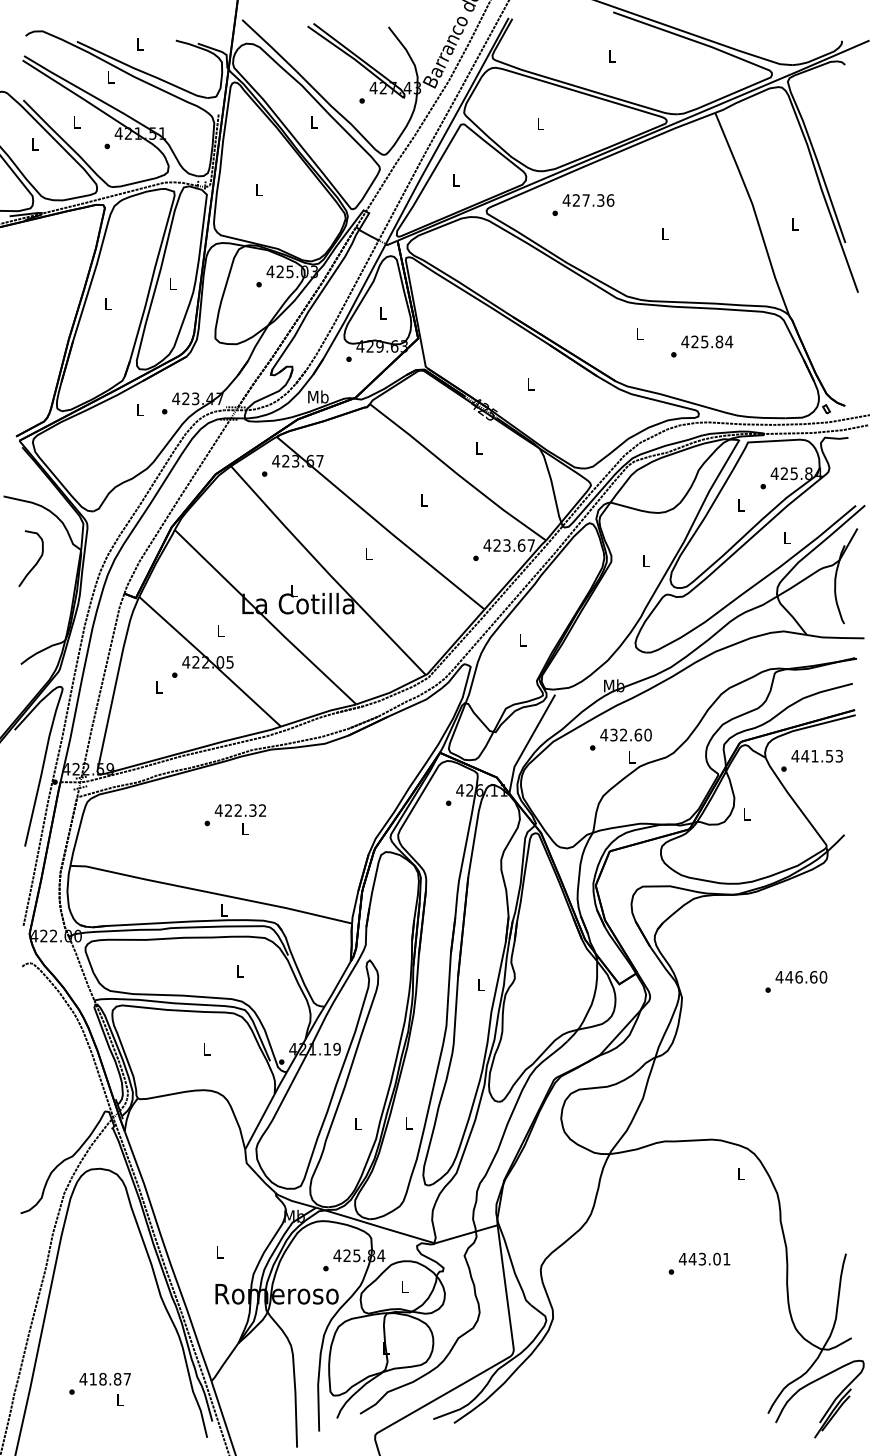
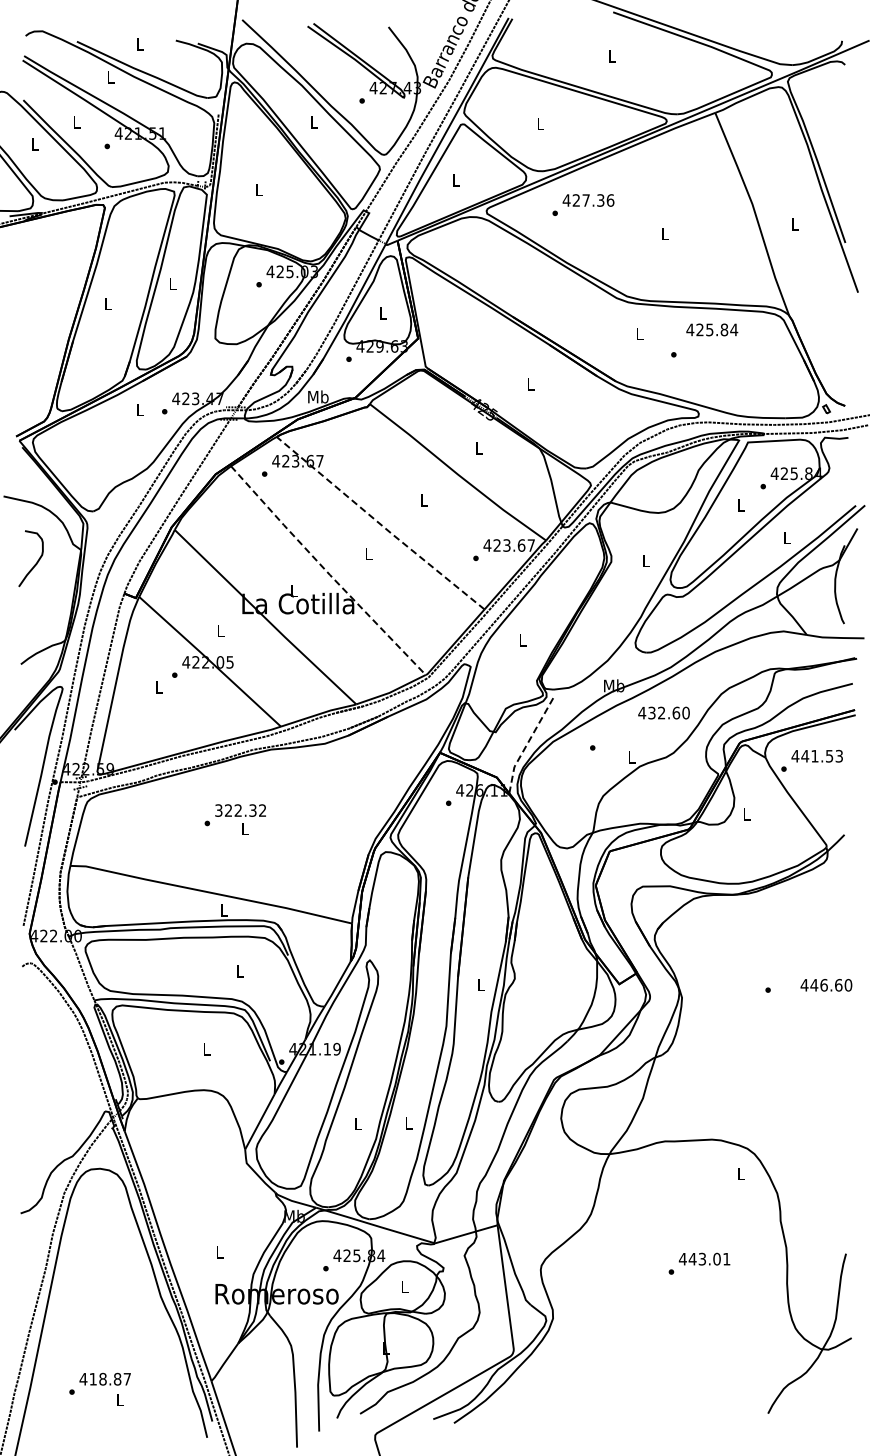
text at (707, 341) position: (707, 341) -> (712, 329)
line at (380, 524): solid -> dashed
line at (326, 571): solid -> dashed
text at (625, 734) position: (625, 734) -> (663, 712)
line at (528, 742): solid -> dashed
text at (218, 810): 422.32 -> 322.32
text at (801, 977) position: (801, 977) -> (826, 985)
part at (829, 1406): present -> none
